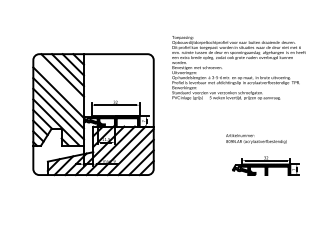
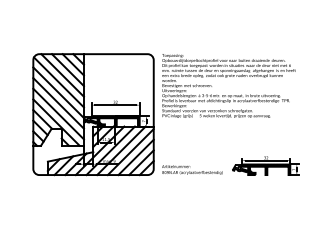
text at (238, 67) position: (238, 67) -> (228, 85)
line at (58, 82): none -> present
text at (256, 138) position: (256, 138) -> (192, 169)
